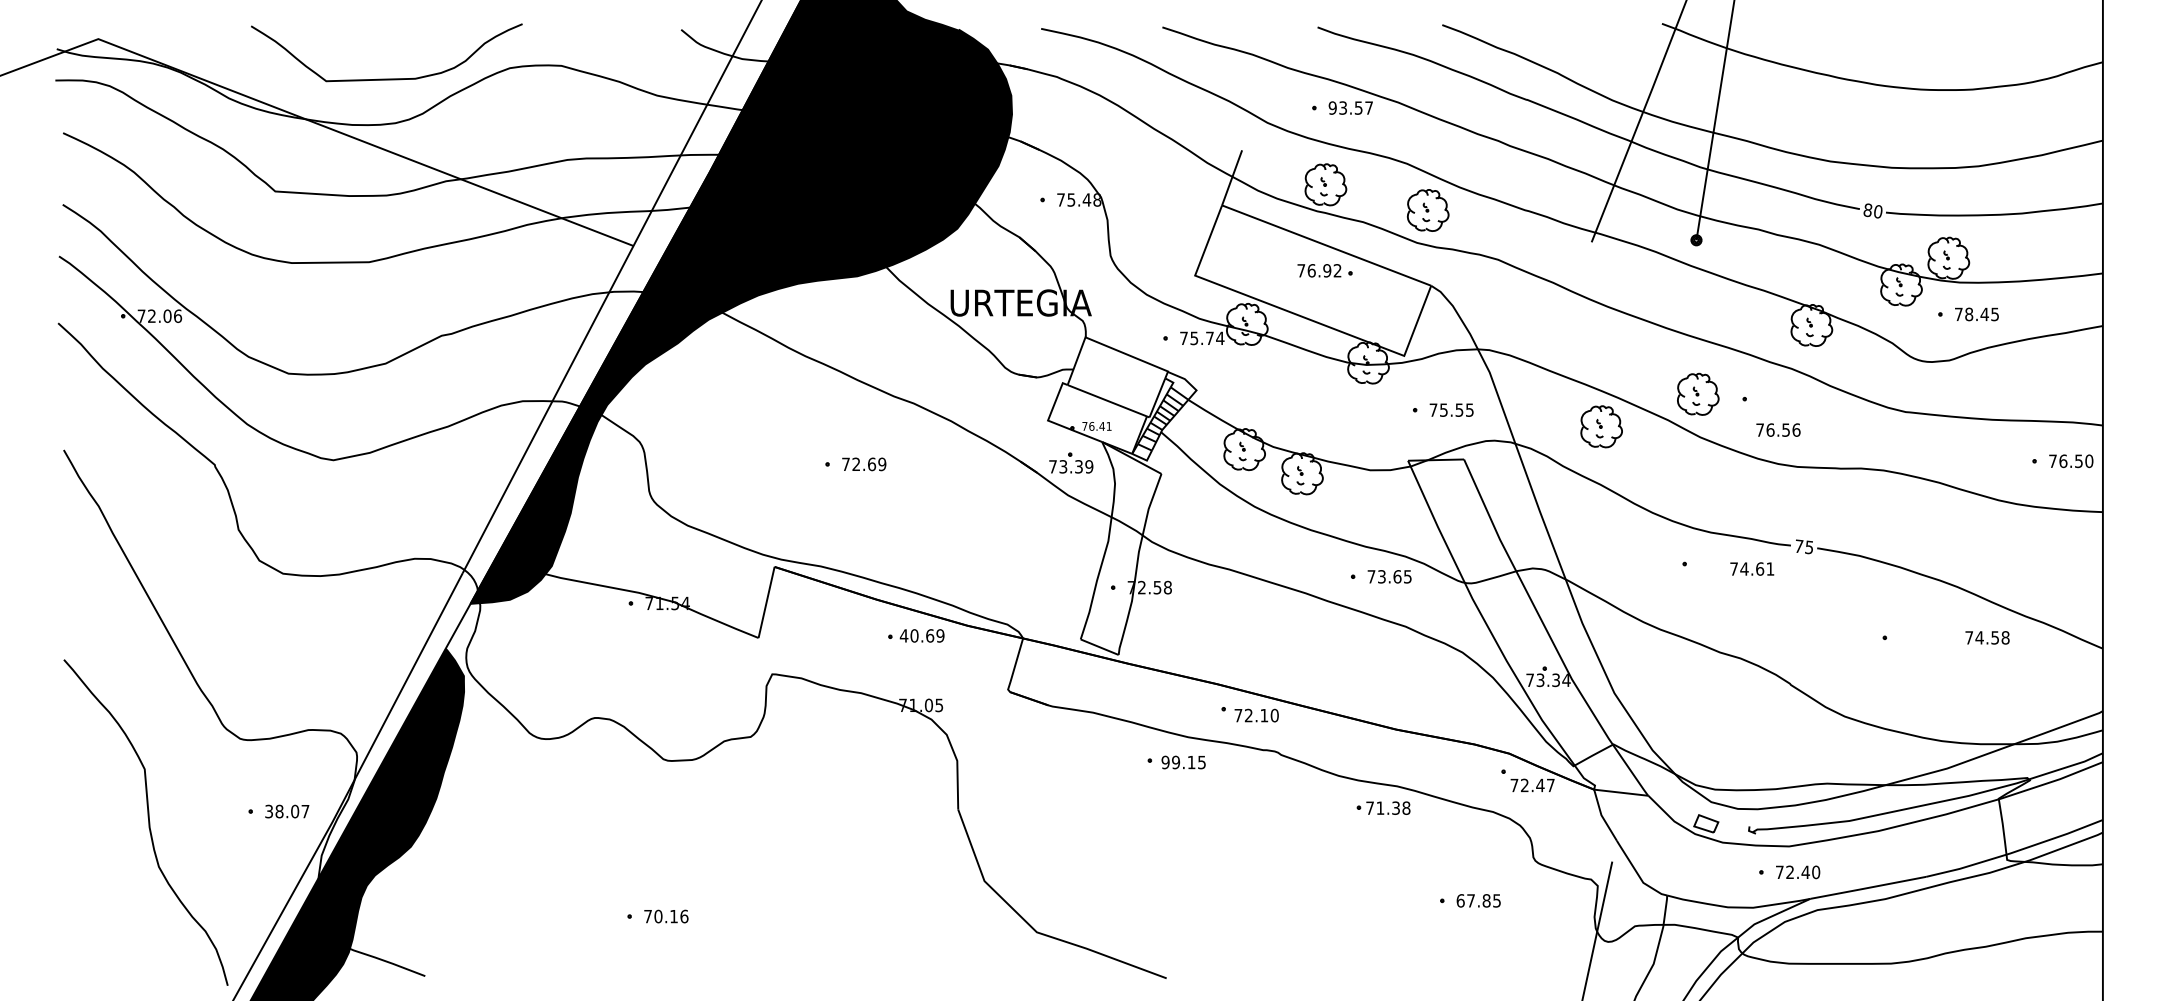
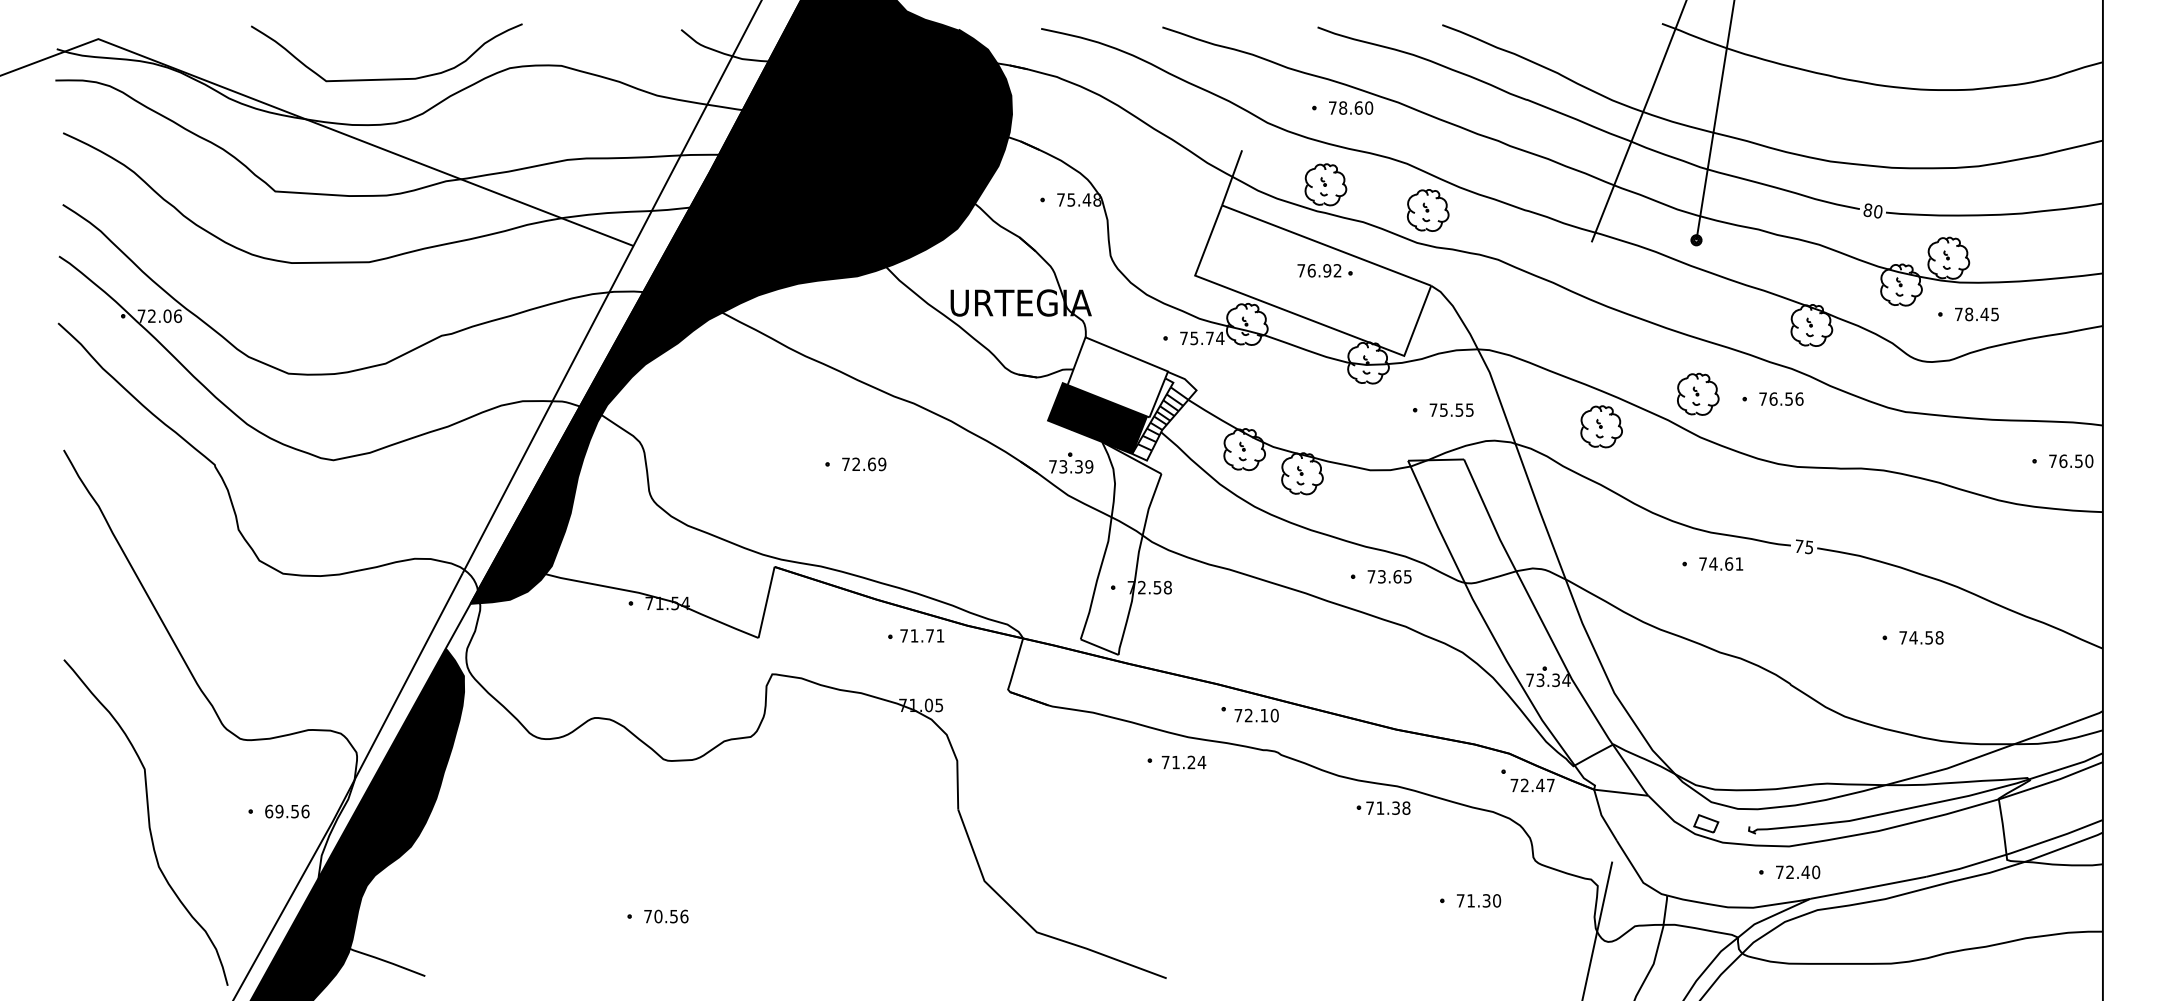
text at (1350, 107): 93.57 -> 78.60
fill at (1097, 418): none -> present
text at (1778, 429) position: (1778, 429) -> (1781, 398)
text at (1752, 568) position: (1752, 568) -> (1721, 563)
text at (921, 635): 40.69 -> 71.71
text at (1987, 637) position: (1987, 637) -> (1921, 637)
text at (1183, 762): 99.15 -> 71.24
text at (287, 811): 38.07 -> 69.56
text at (1478, 900): 67.85 -> 71.30
text at (673, 916): 70.16 -> 70.56
